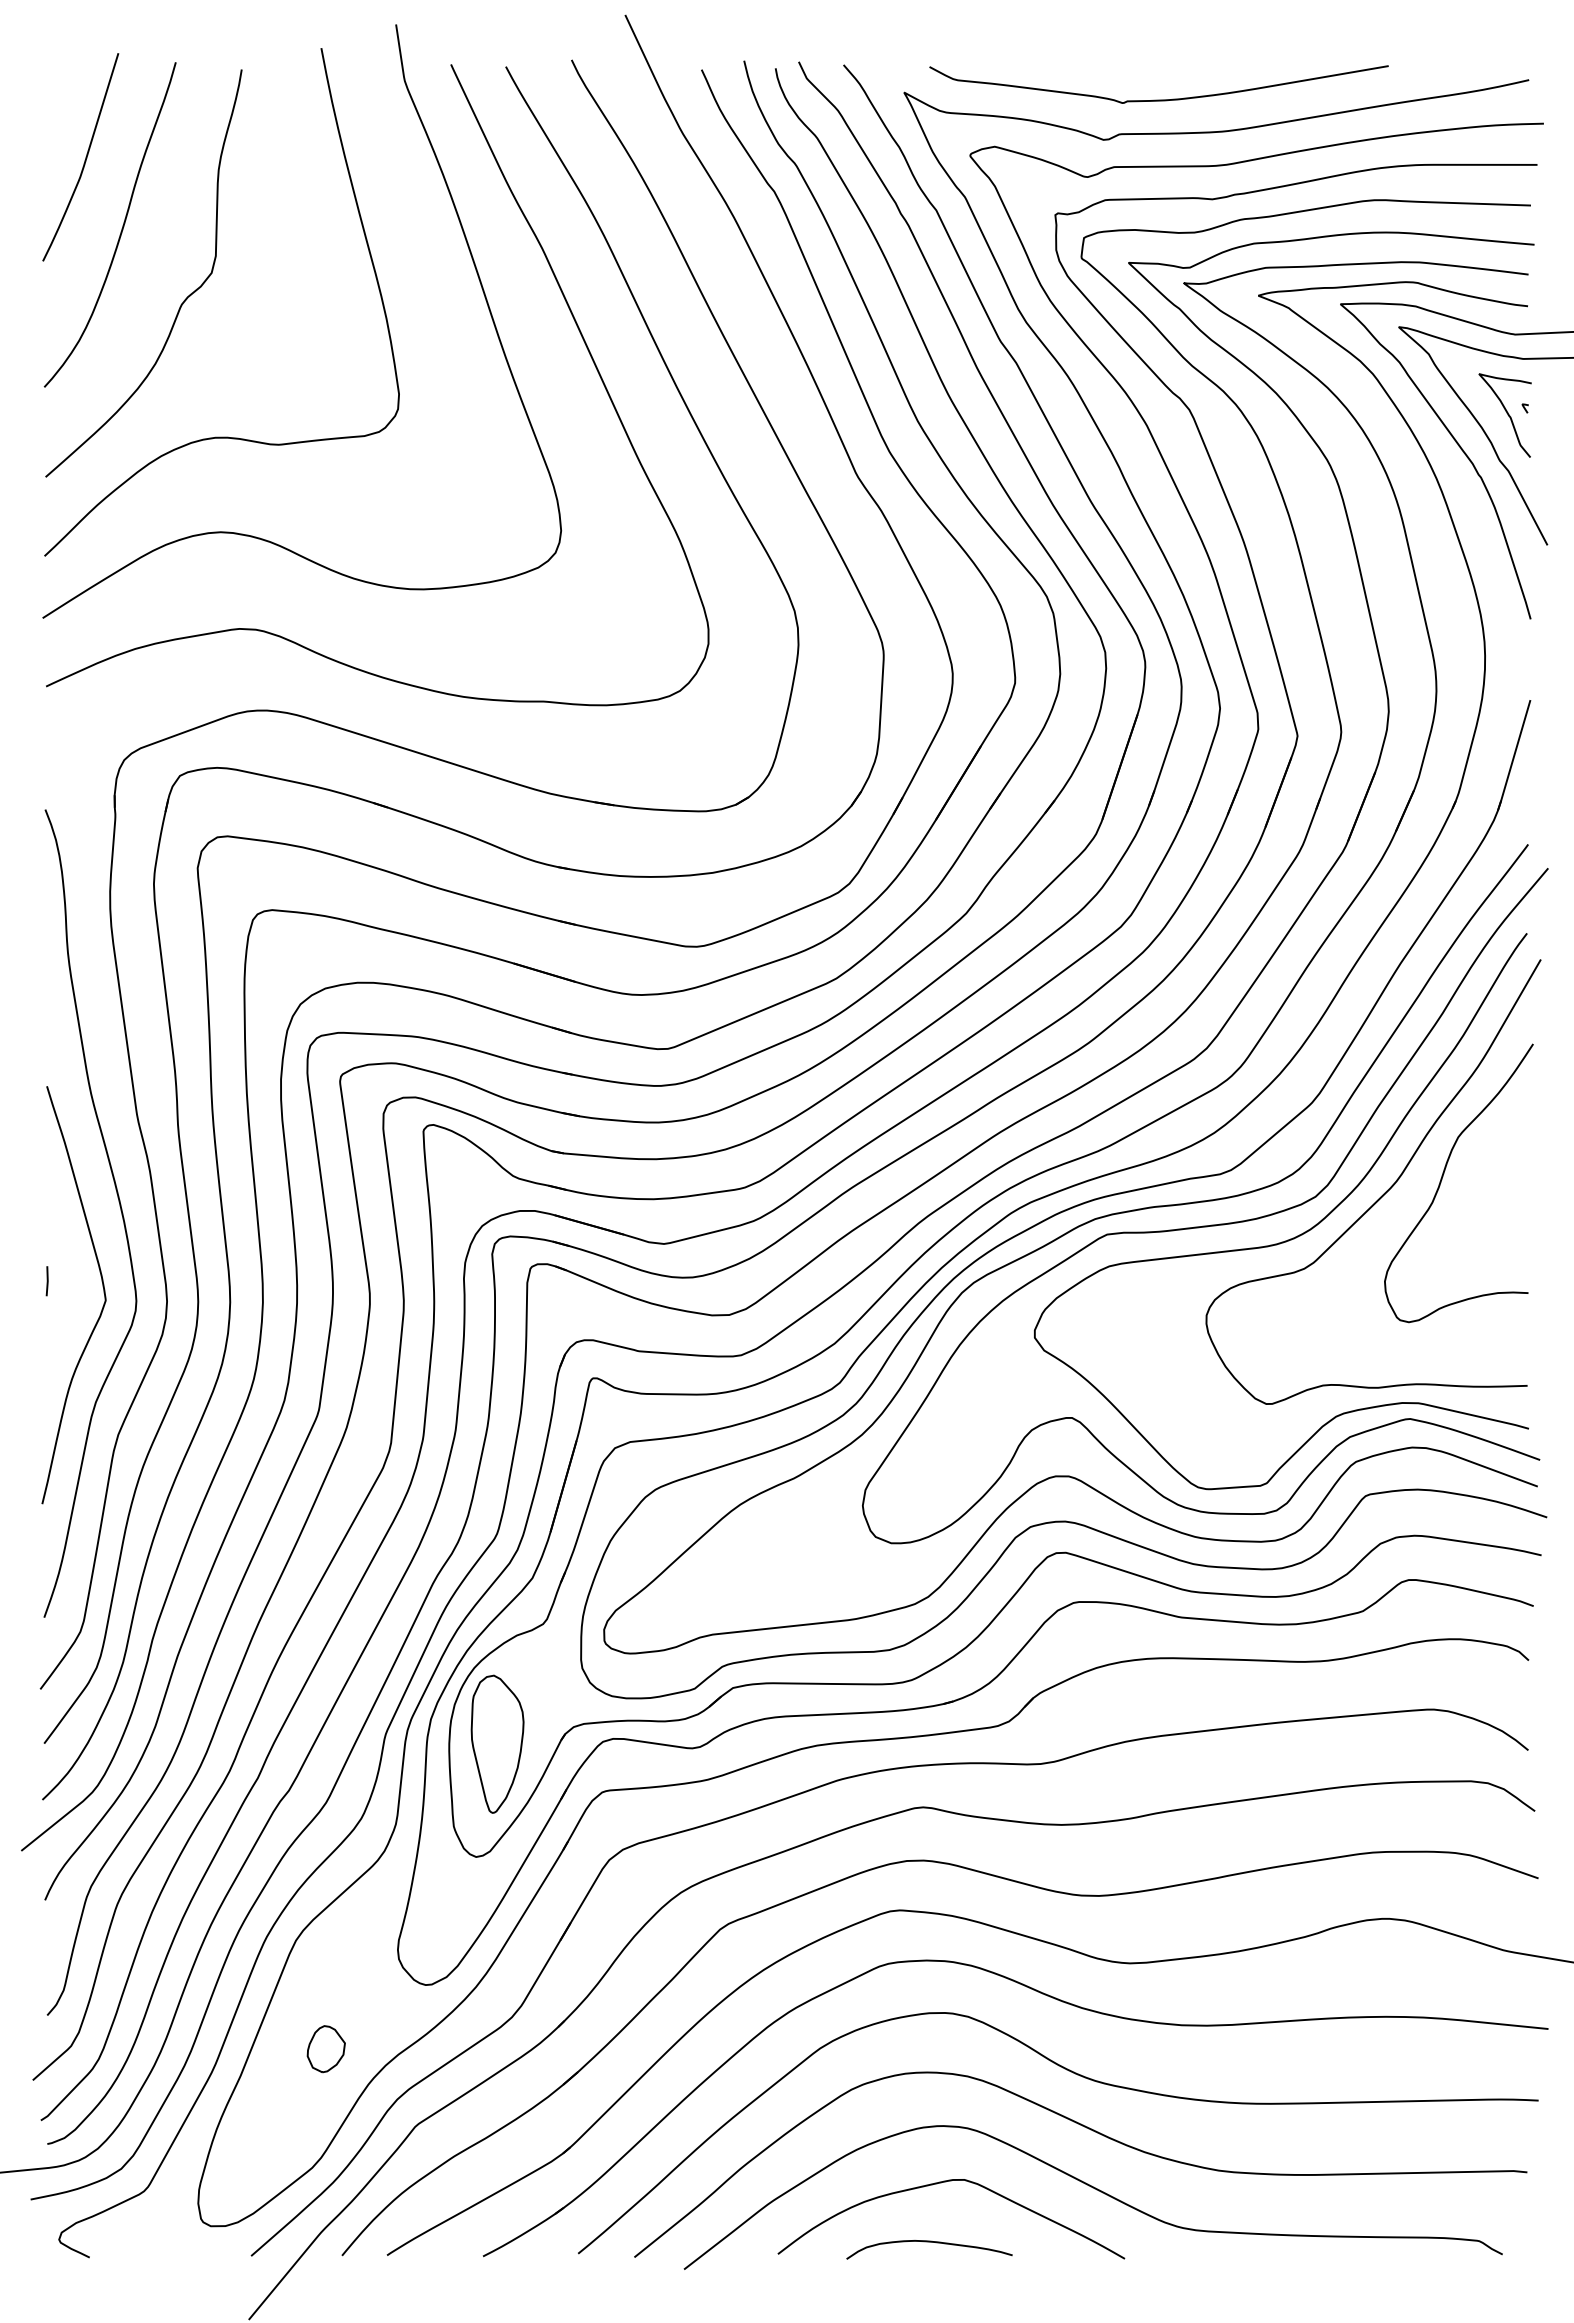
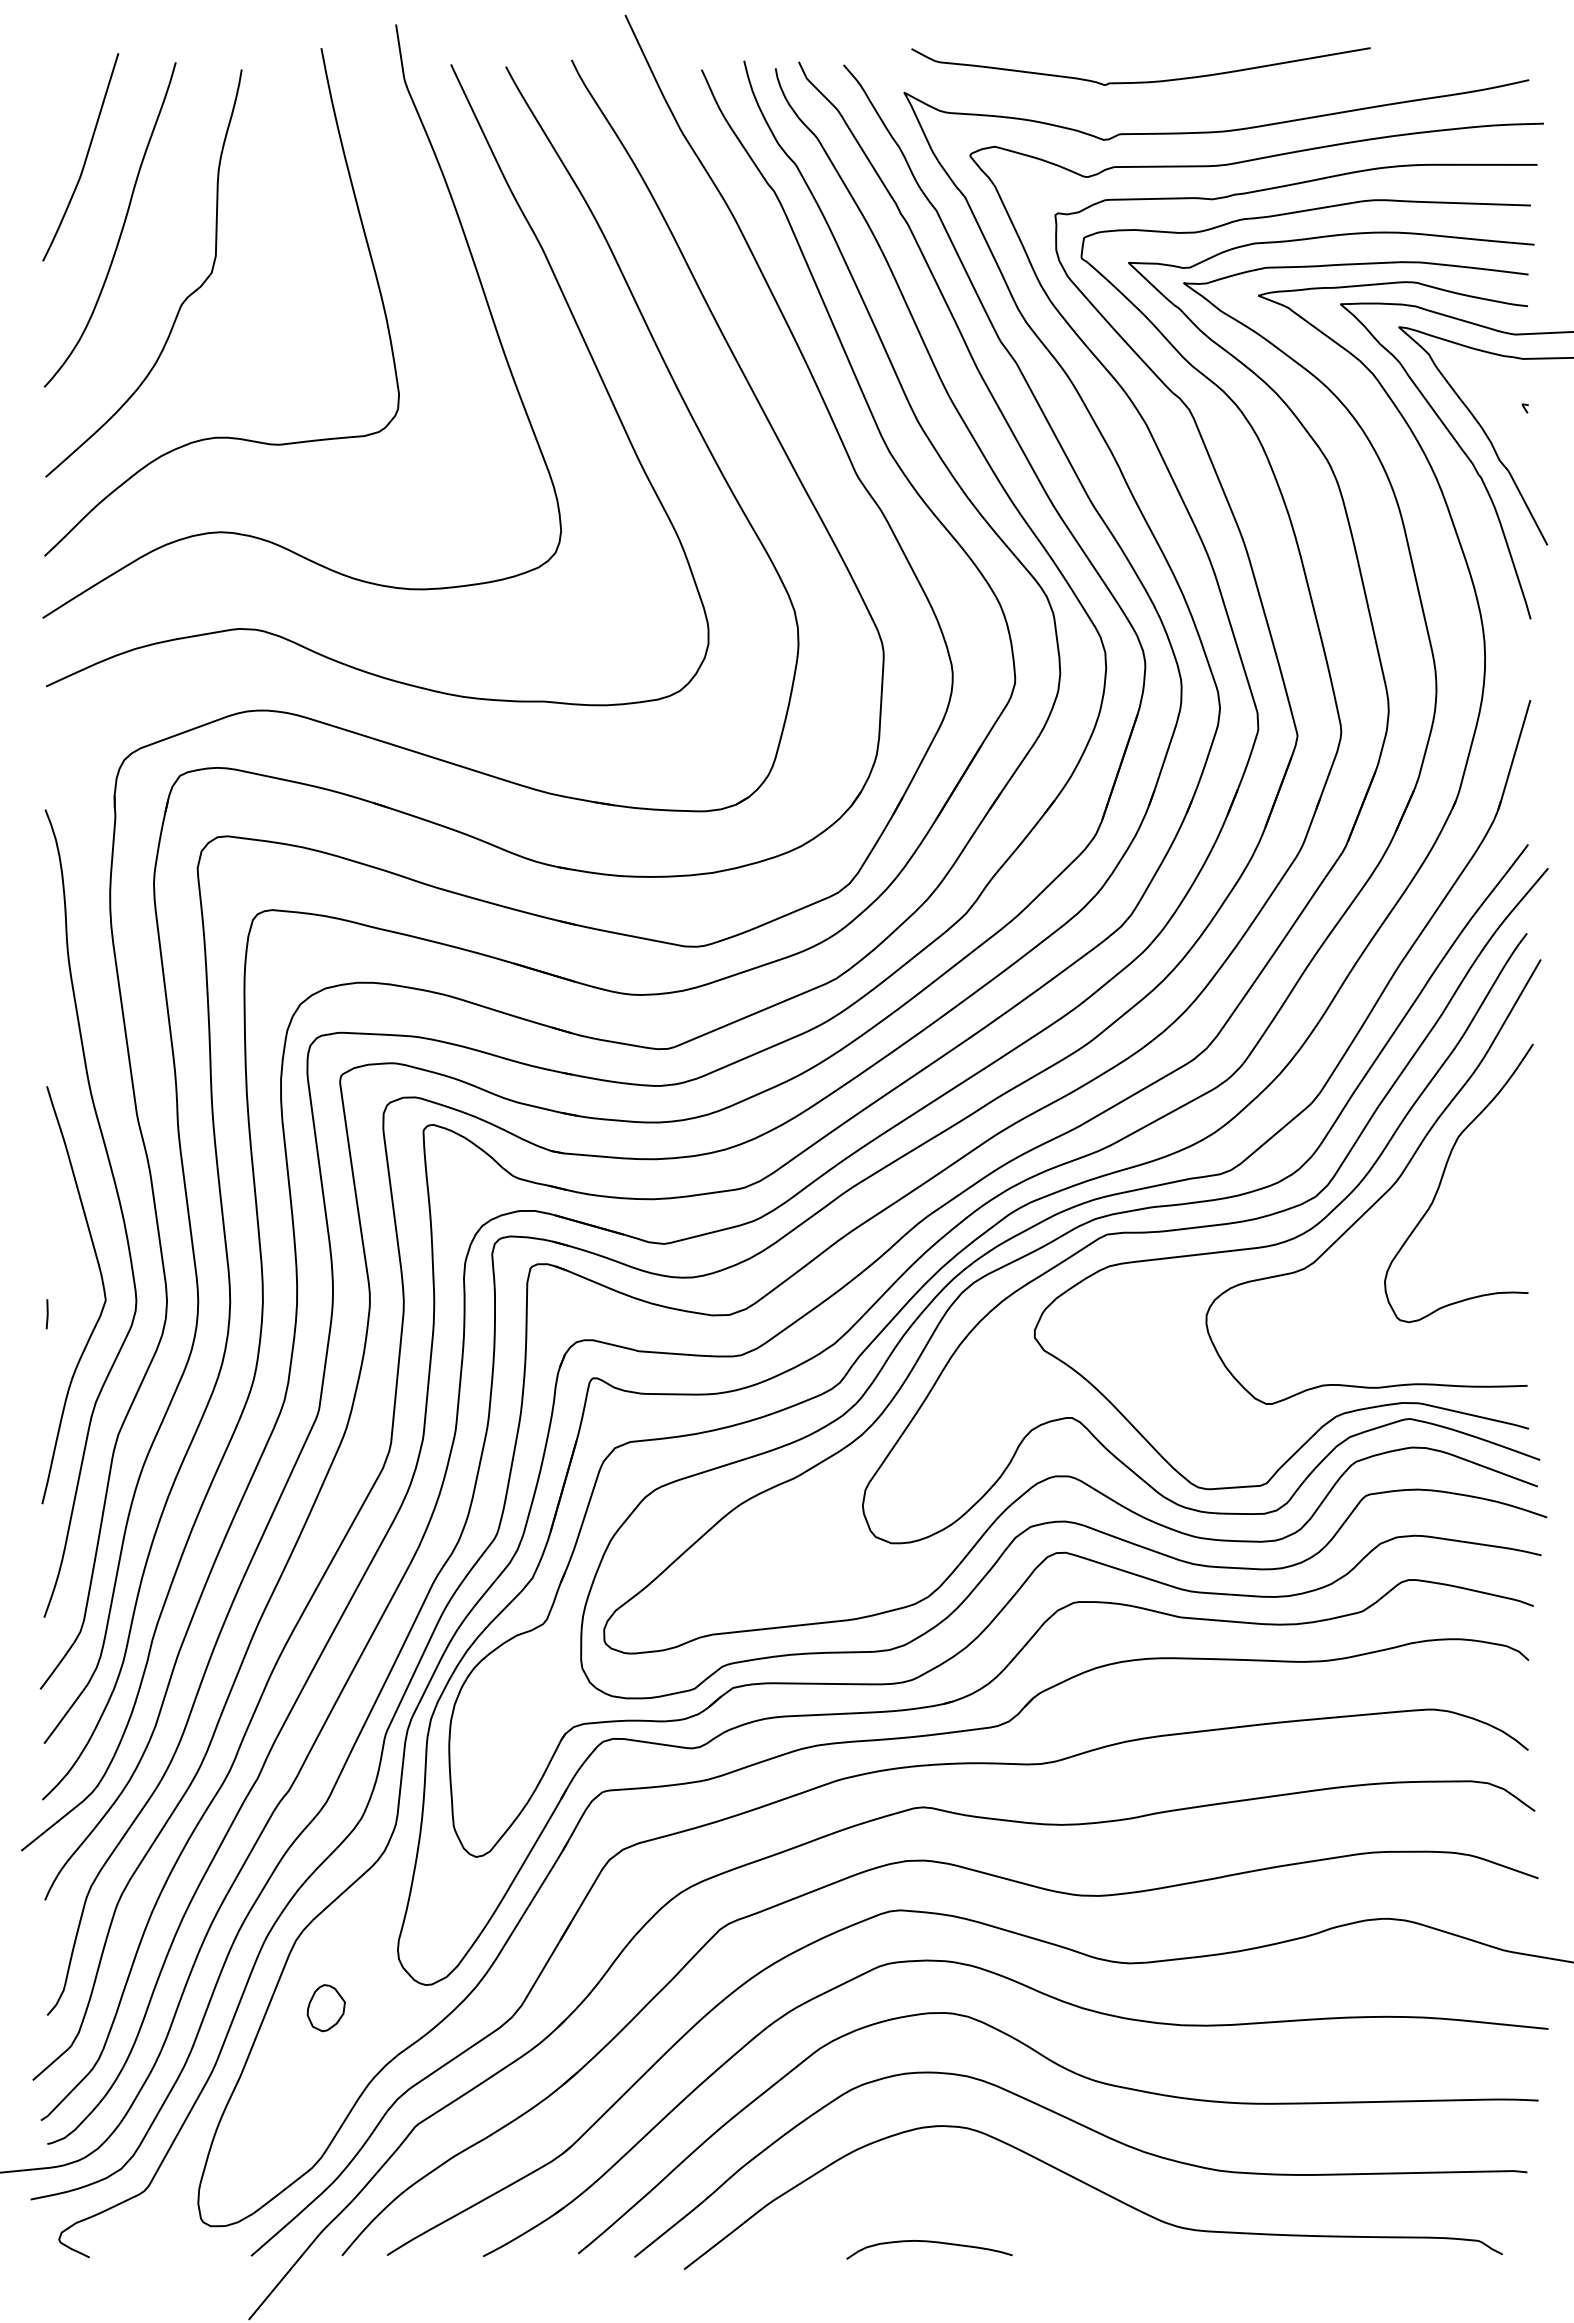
curve at (1158, 99) position: (1158, 99) -> (1140, 81)
curve at (1506, 413): present -> none
line at (46, 1281) position: (46, 1281) -> (46, 1314)
part at (497, 1743): present -> none
part at (325, 2049) position: (325, 2049) -> (325, 2008)
curve at (946, 2182): present -> none
